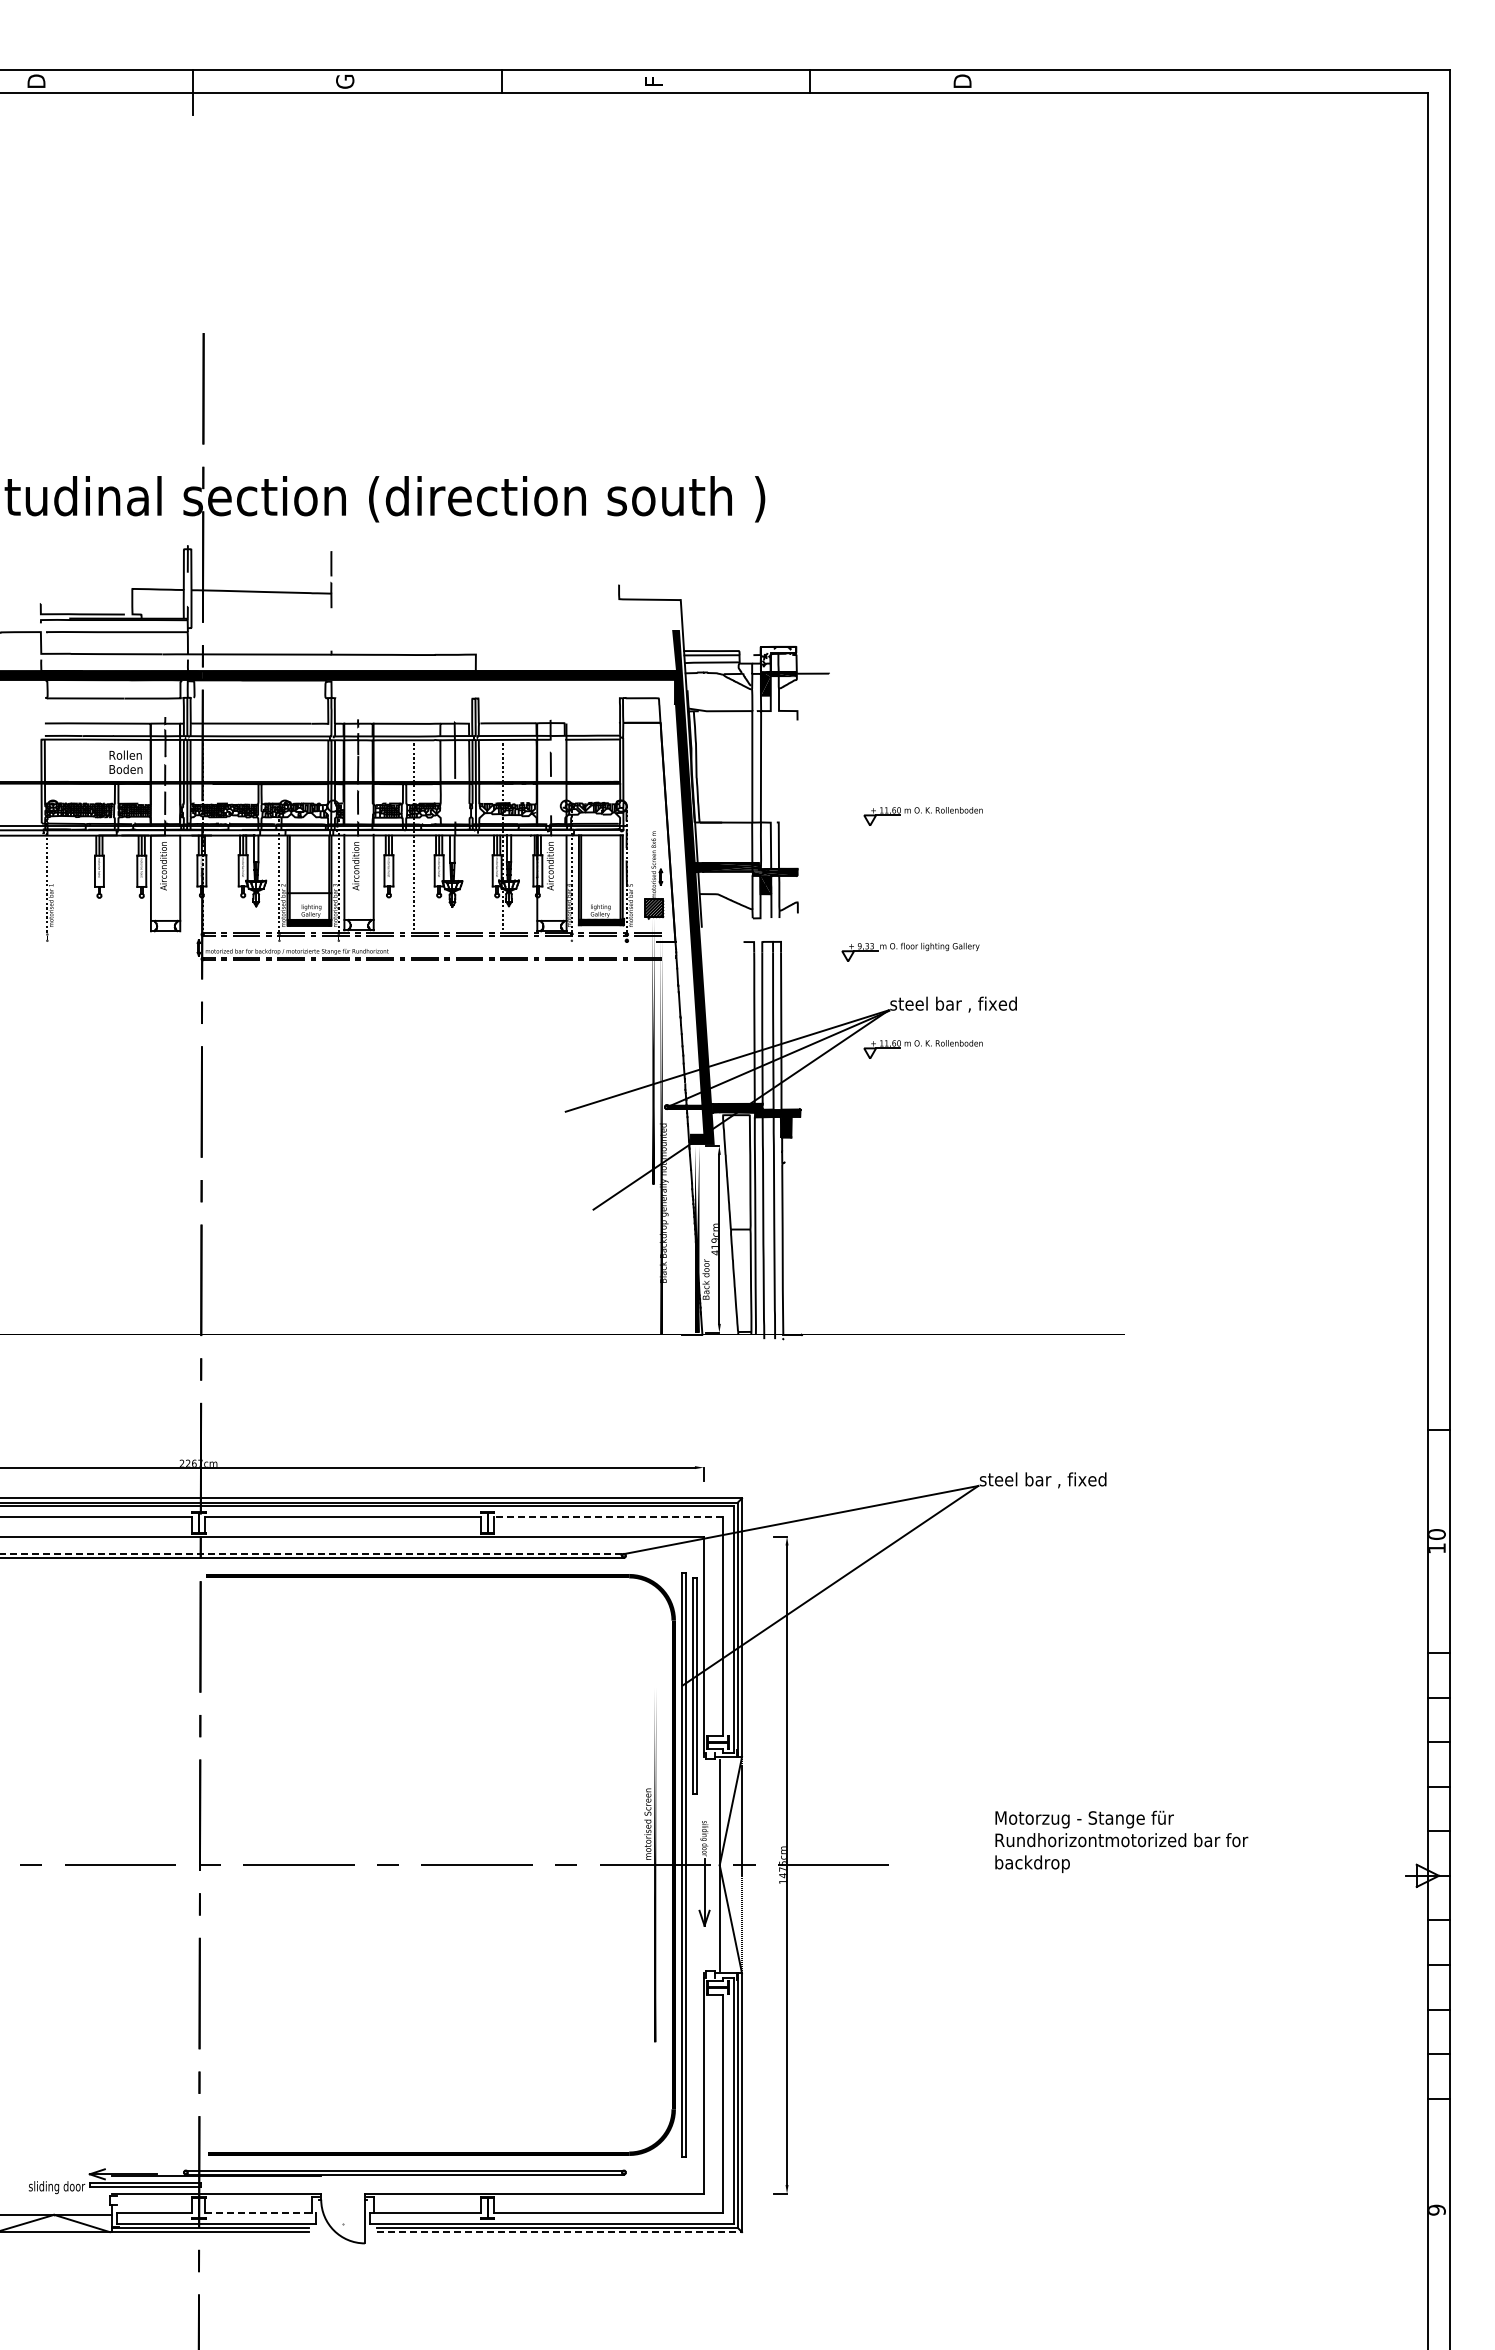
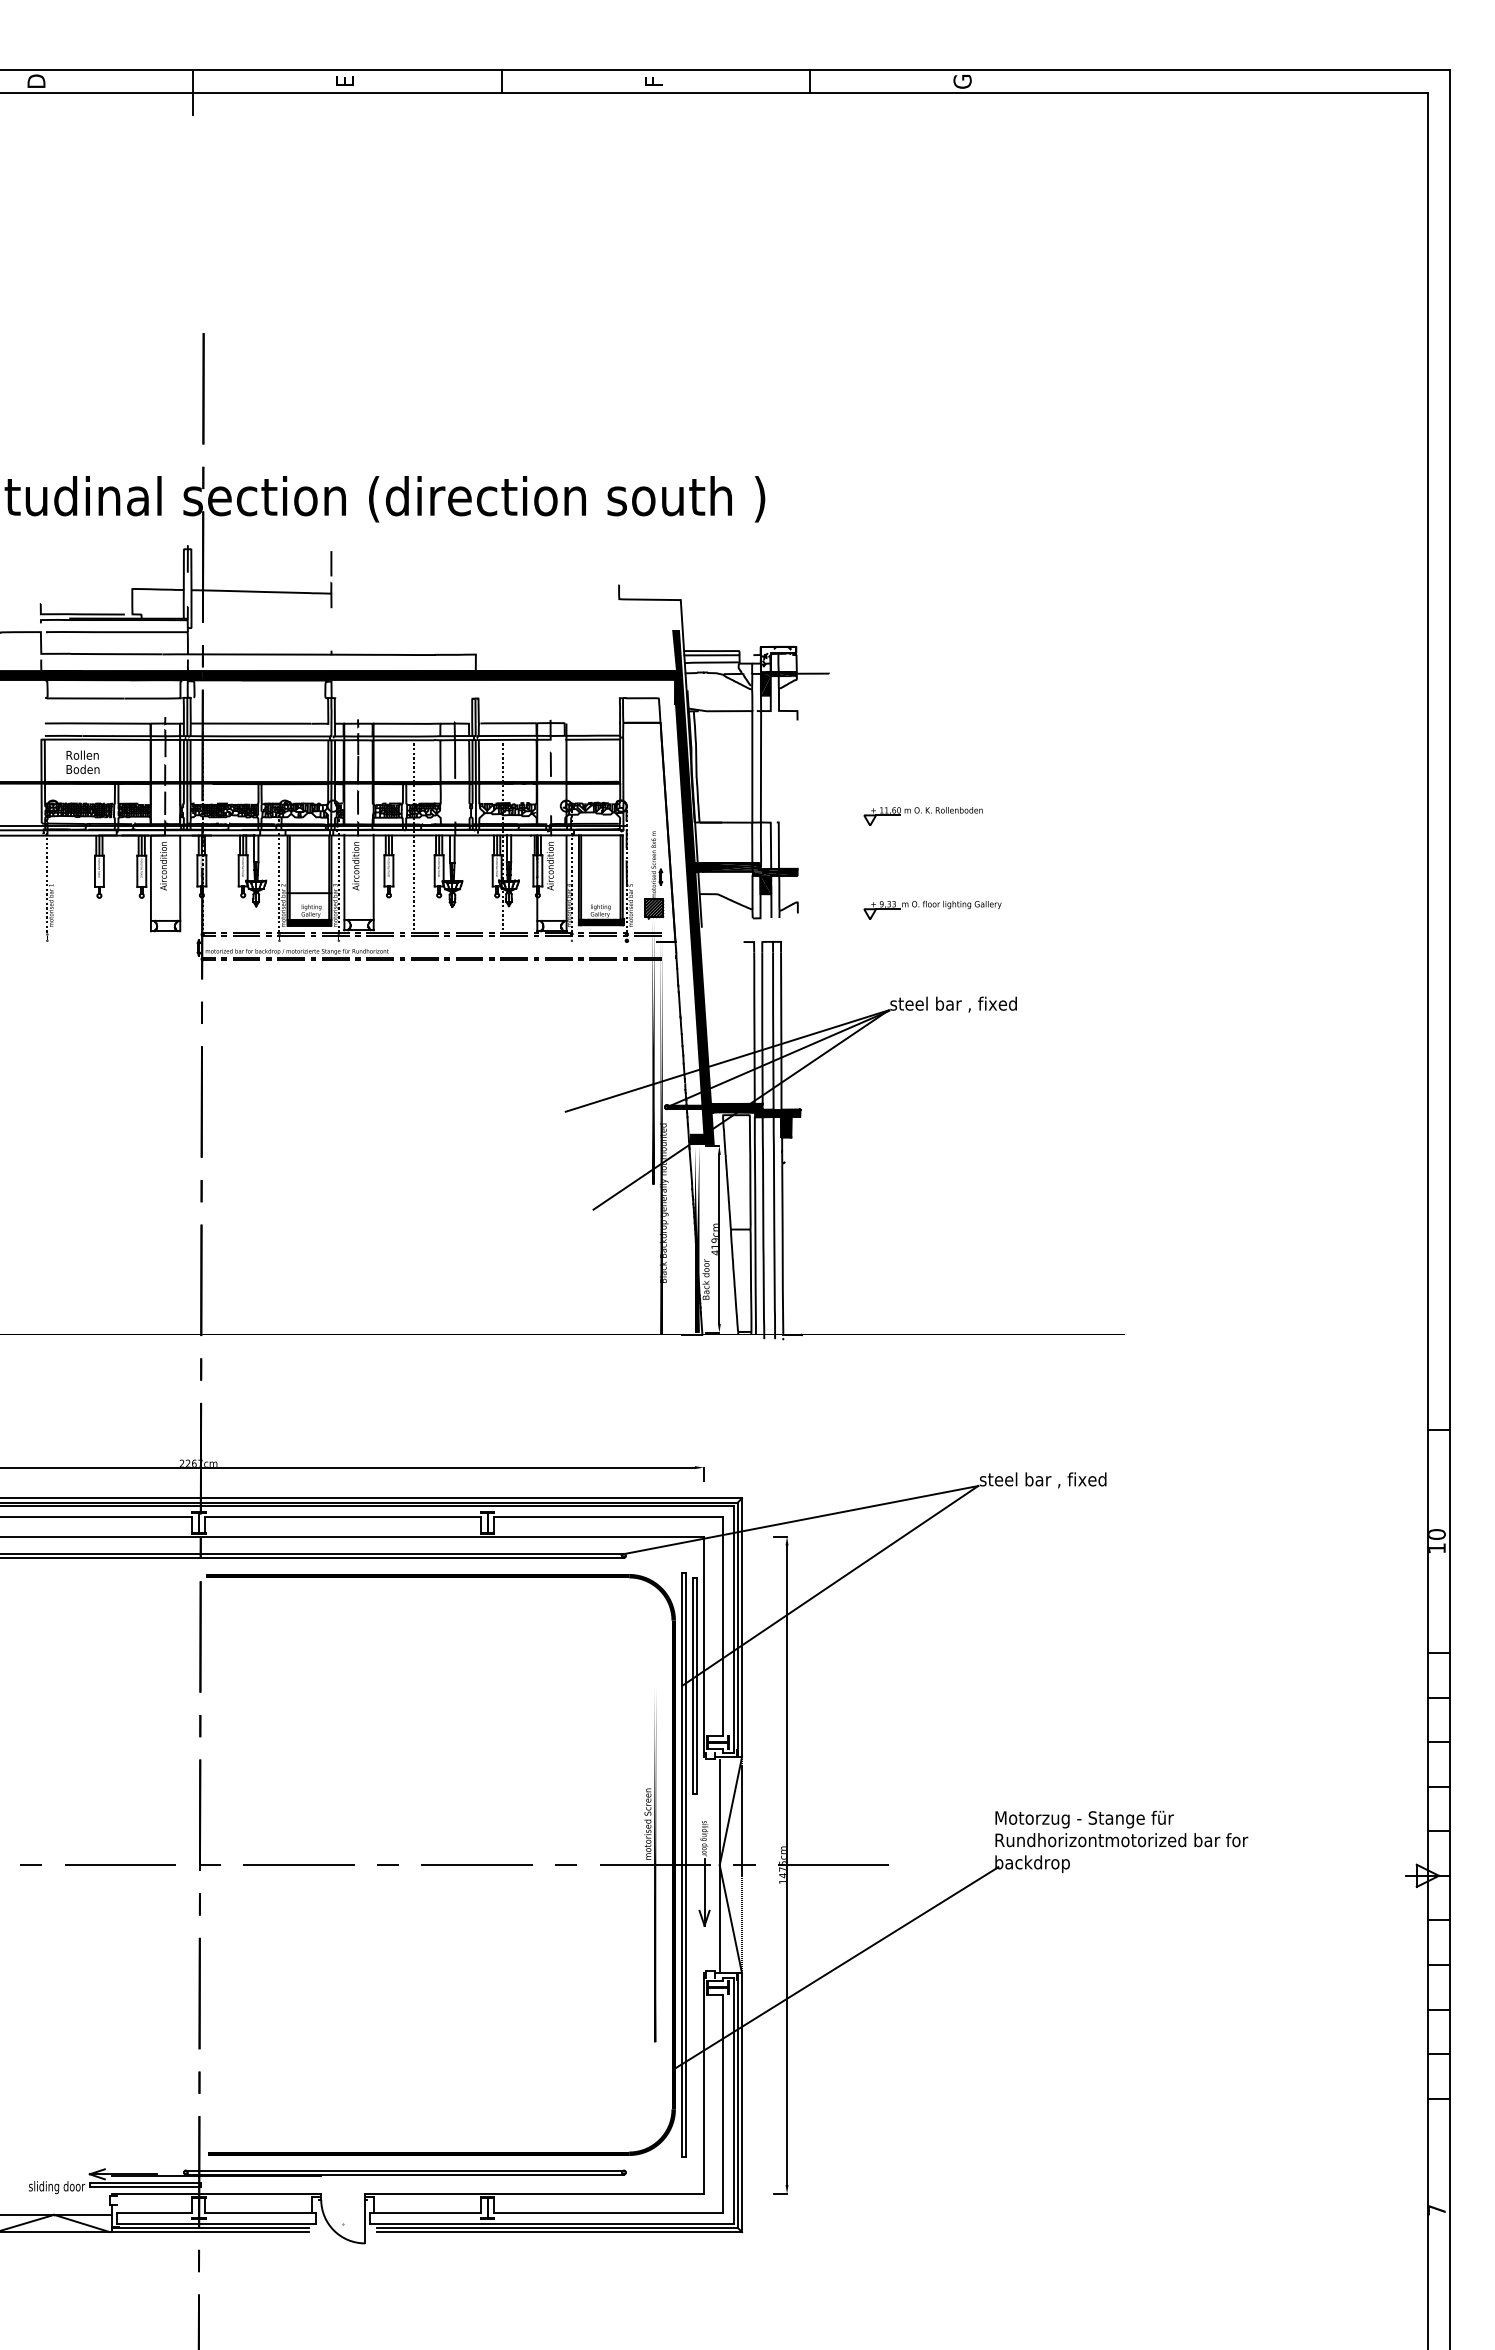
text at (345, 81): G -> E
text at (962, 81): D -> G
text at (125, 761) position: (125, 761) -> (82, 761)
part at (910, 951) position: (910, 951) -> (932, 909)
part at (922, 1049): present -> none
line at (608, 1517): dashed -> solid
line at (312, 1553): dashed -> solid
line at (836, 1967): none -> present
text at (1437, 2209): 9 -> 7
line at (261, 2213): dashed -> solid
line at (559, 2232): dashed -> solid
